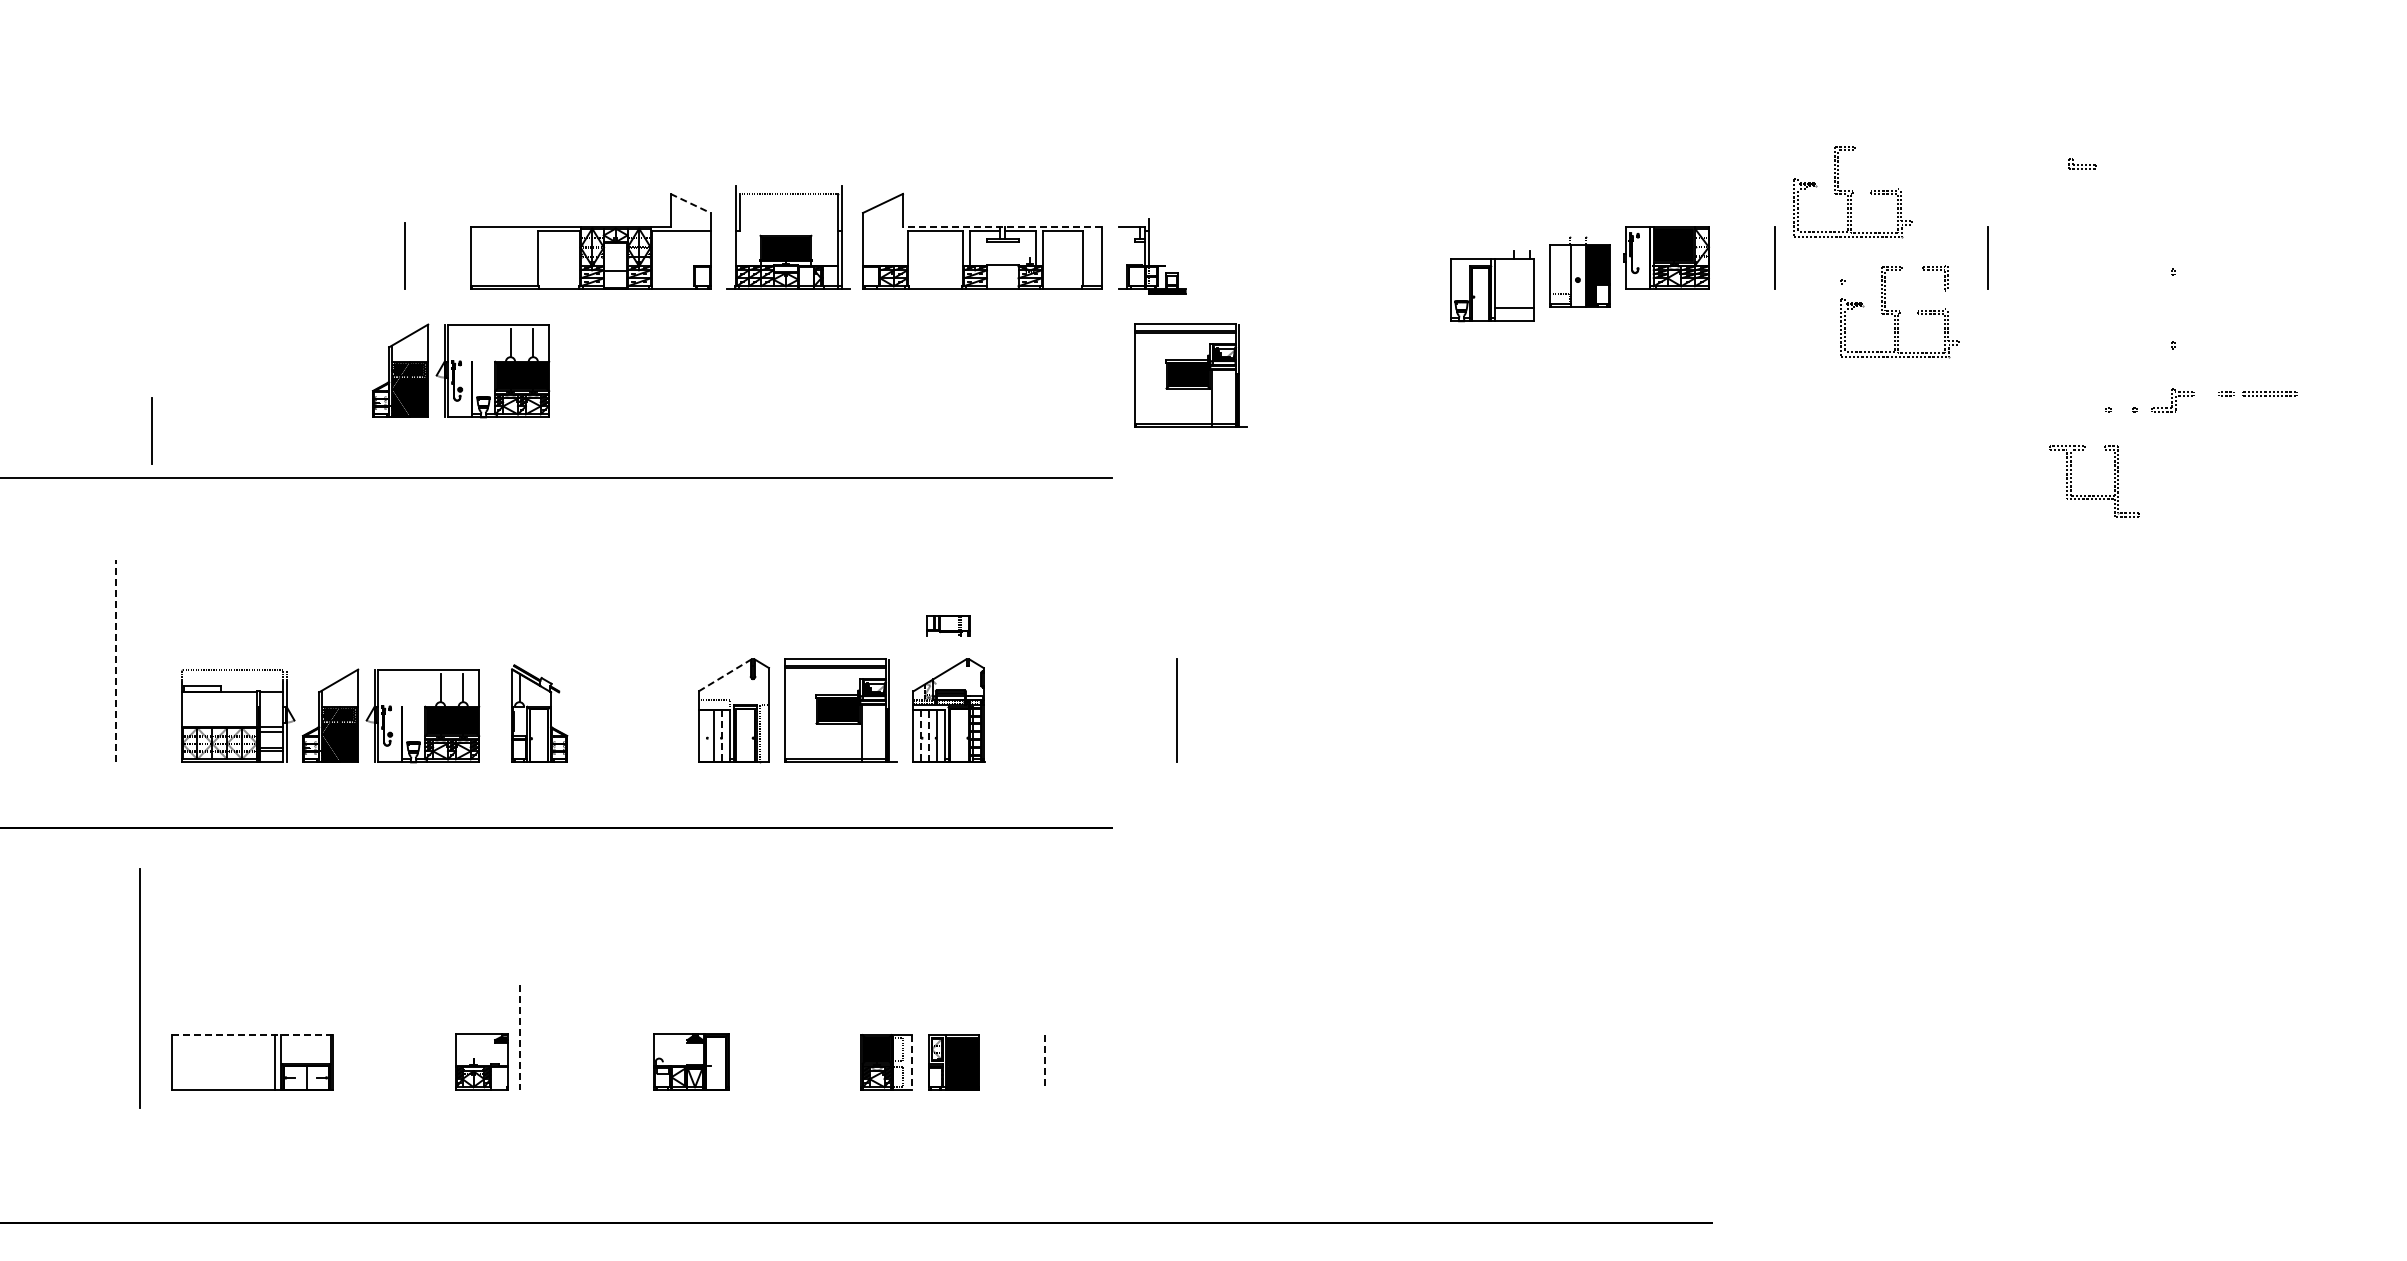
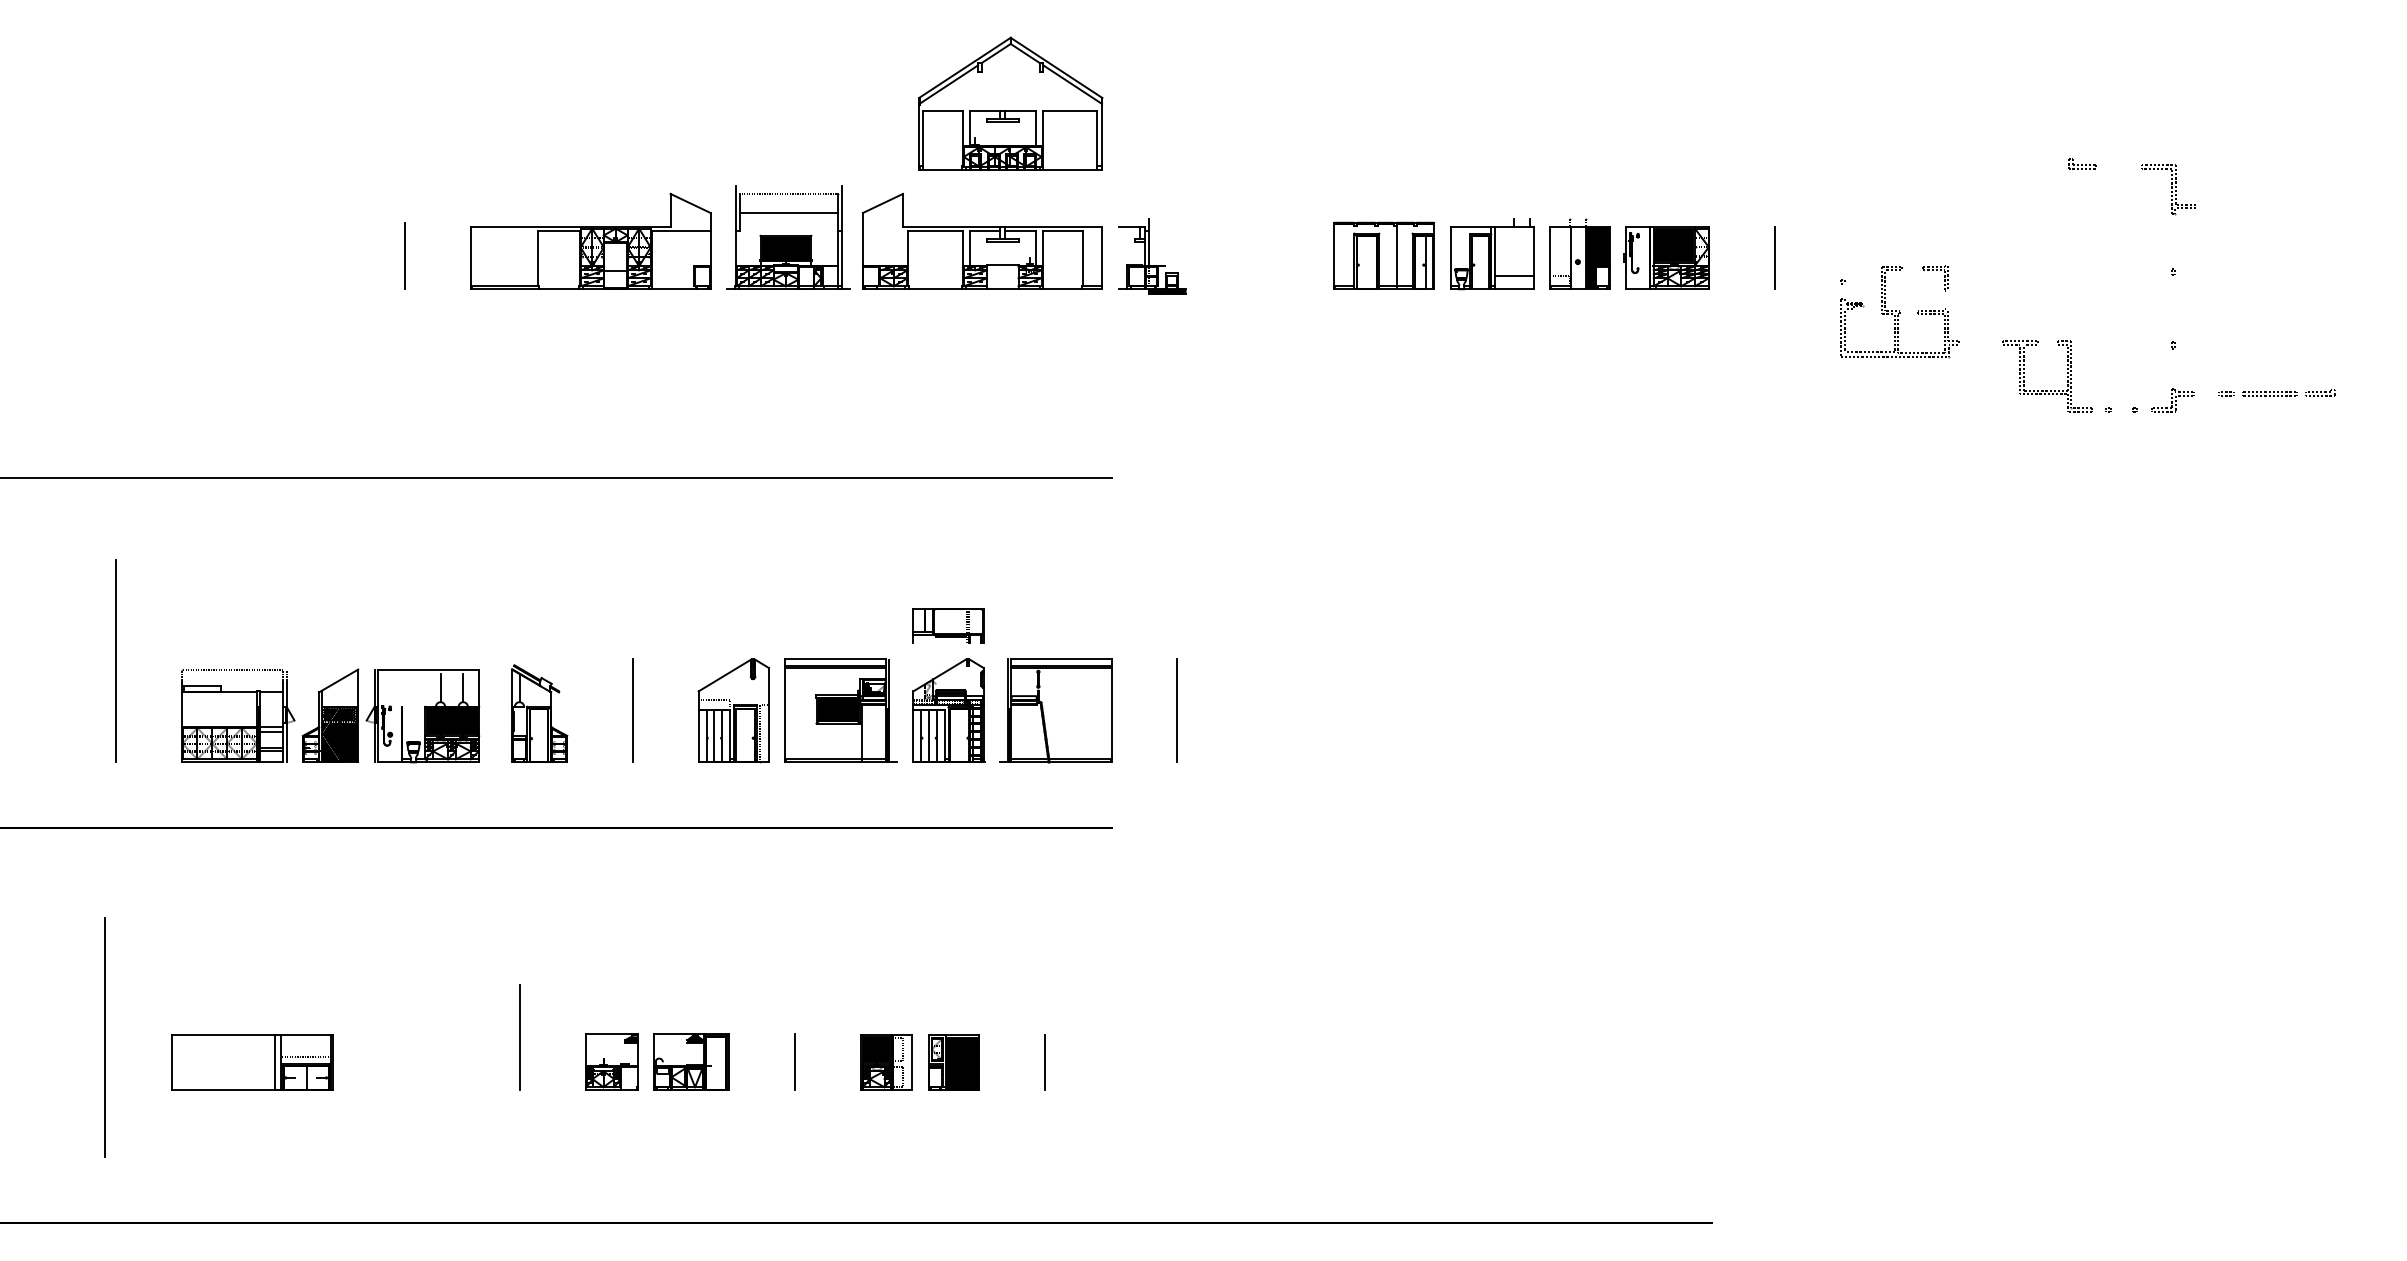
part at (1010, 103): none -> present
part at (2168, 189): none -> present
part at (1852, 192): present -> none
line at (691, 203): dashed -> solid
line at (788, 213): none -> present
line at (1002, 226): dashed -> solid
part at (1383, 255): none -> present
line at (1987, 257): present -> none
part at (1579, 271) position: (1579, 271) -> (1579, 253)
part at (1492, 286) position: (1492, 286) -> (1492, 254)
part at (461, 370): present -> none
part at (1190, 375): present -> none
part at (2320, 392): none -> present
line at (151, 430): present -> none
part at (2094, 495) position: (2094, 495) -> (2047, 390)
part at (948, 625) size: 45x22 px -> 73x36 px
line at (116, 660): dashed -> solid
line at (725, 675): dashed -> solid
line at (632, 710): none -> present
part at (1055, 710): none -> present
line at (706, 735): none -> present
line at (722, 736): dashed -> solid
line at (921, 736): dashed -> solid
line at (929, 736): dashed -> solid
line at (139, 988) position: (139, 988) -> (104, 1037)
line at (252, 1035): dashed -> solid
line at (520, 1038): dashed -> solid
line at (306, 1056): none -> present
part at (481, 1061) position: (481, 1061) -> (611, 1061)
line at (794, 1061): none -> present
line at (912, 1062): dashed -> solid
line at (1045, 1062): dashed -> solid
